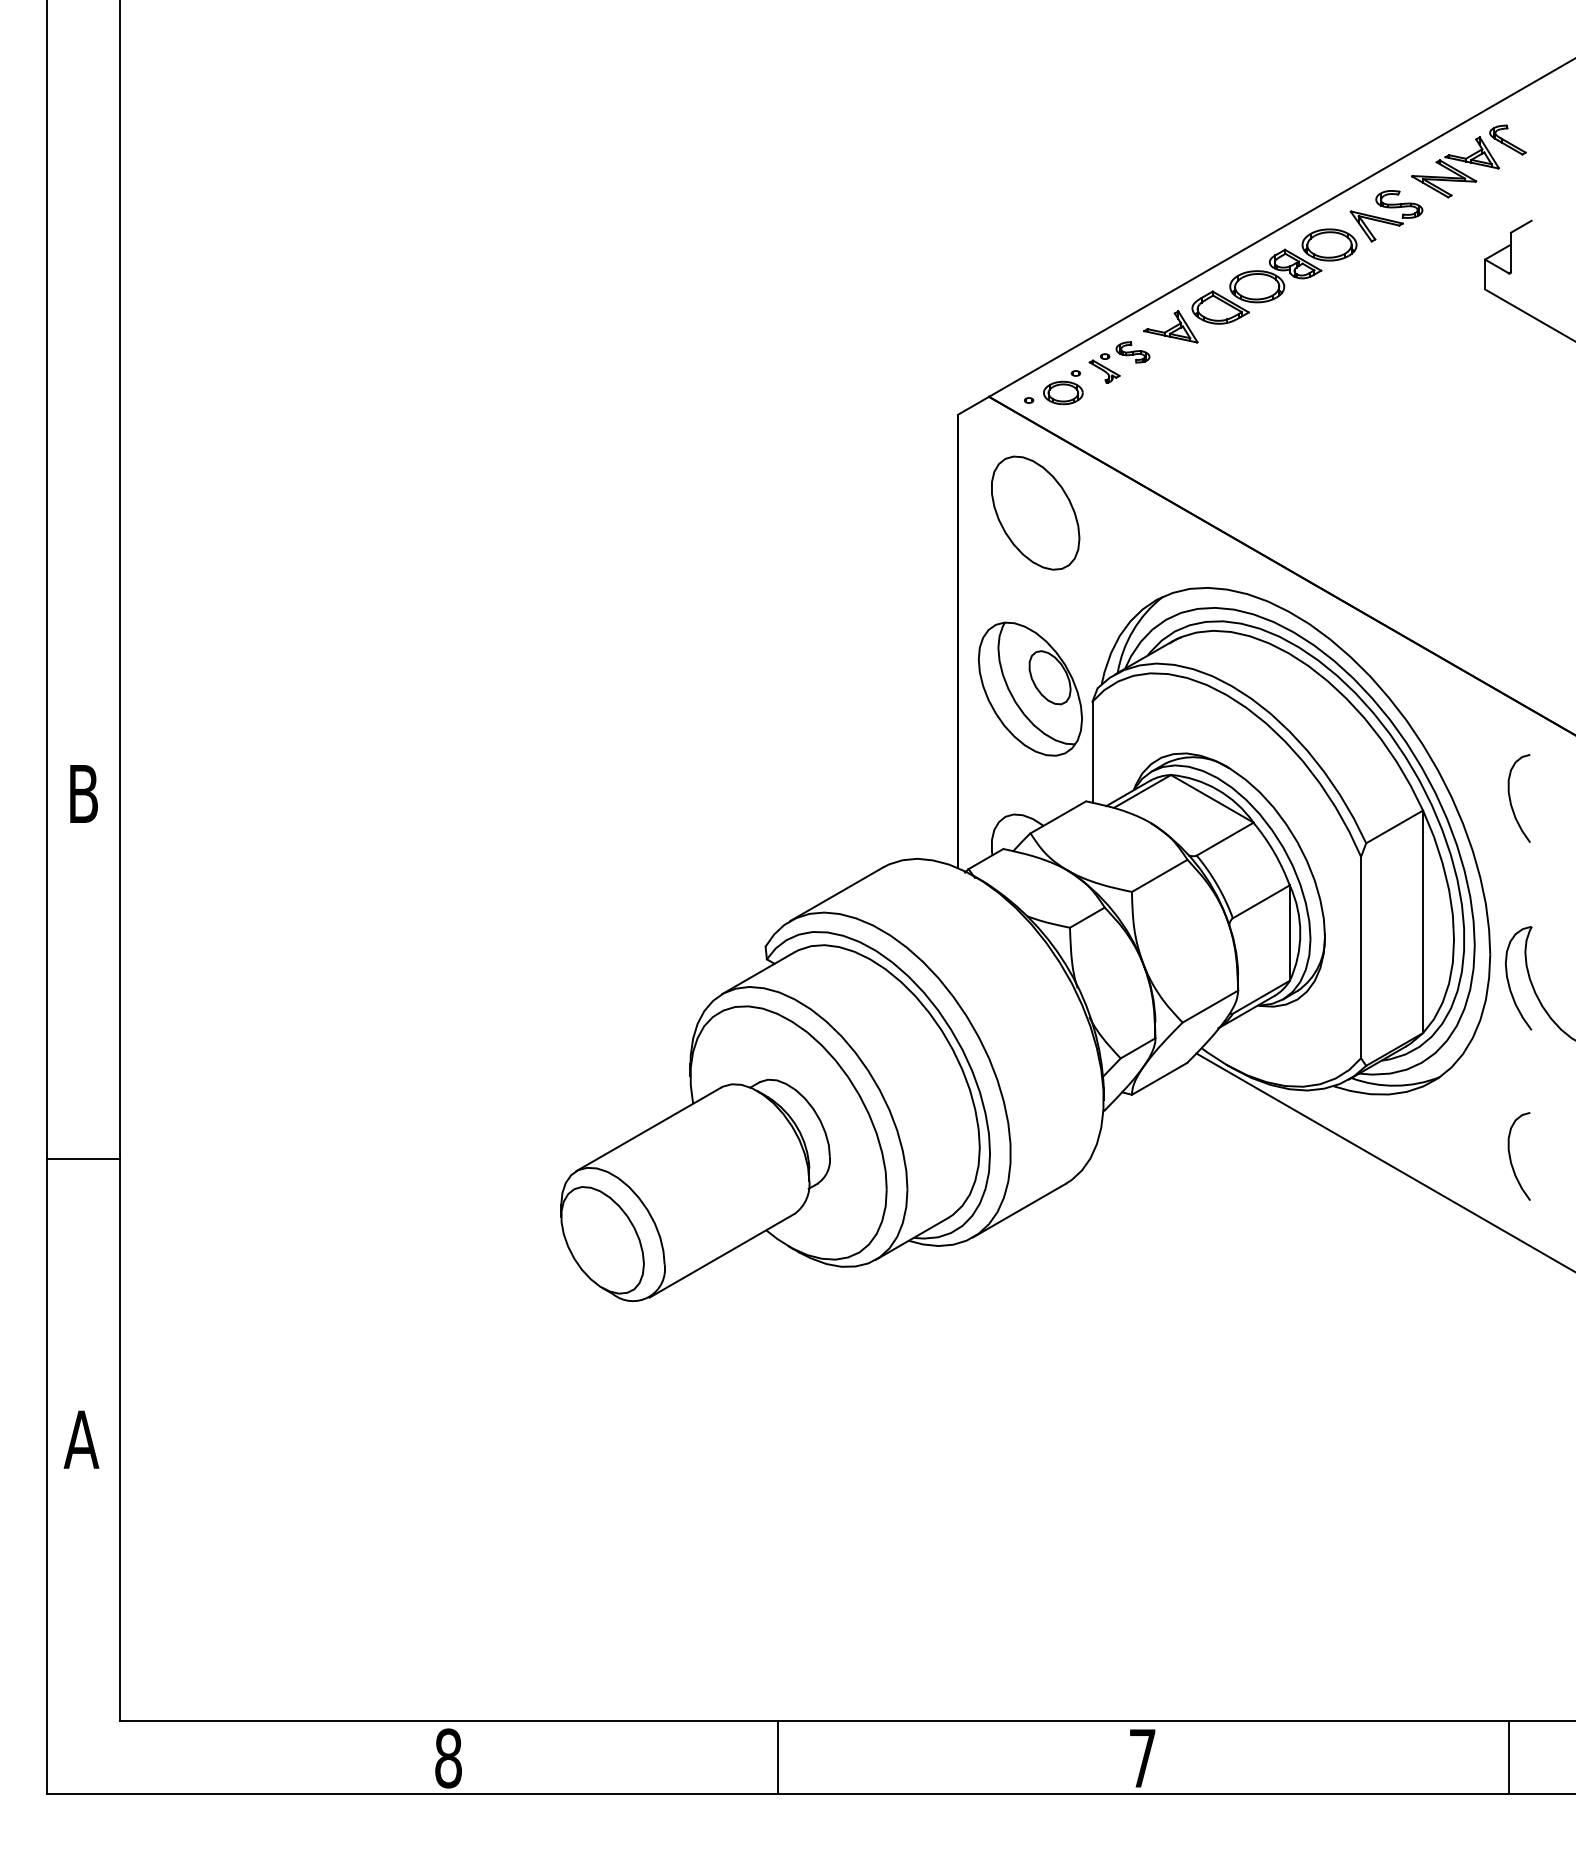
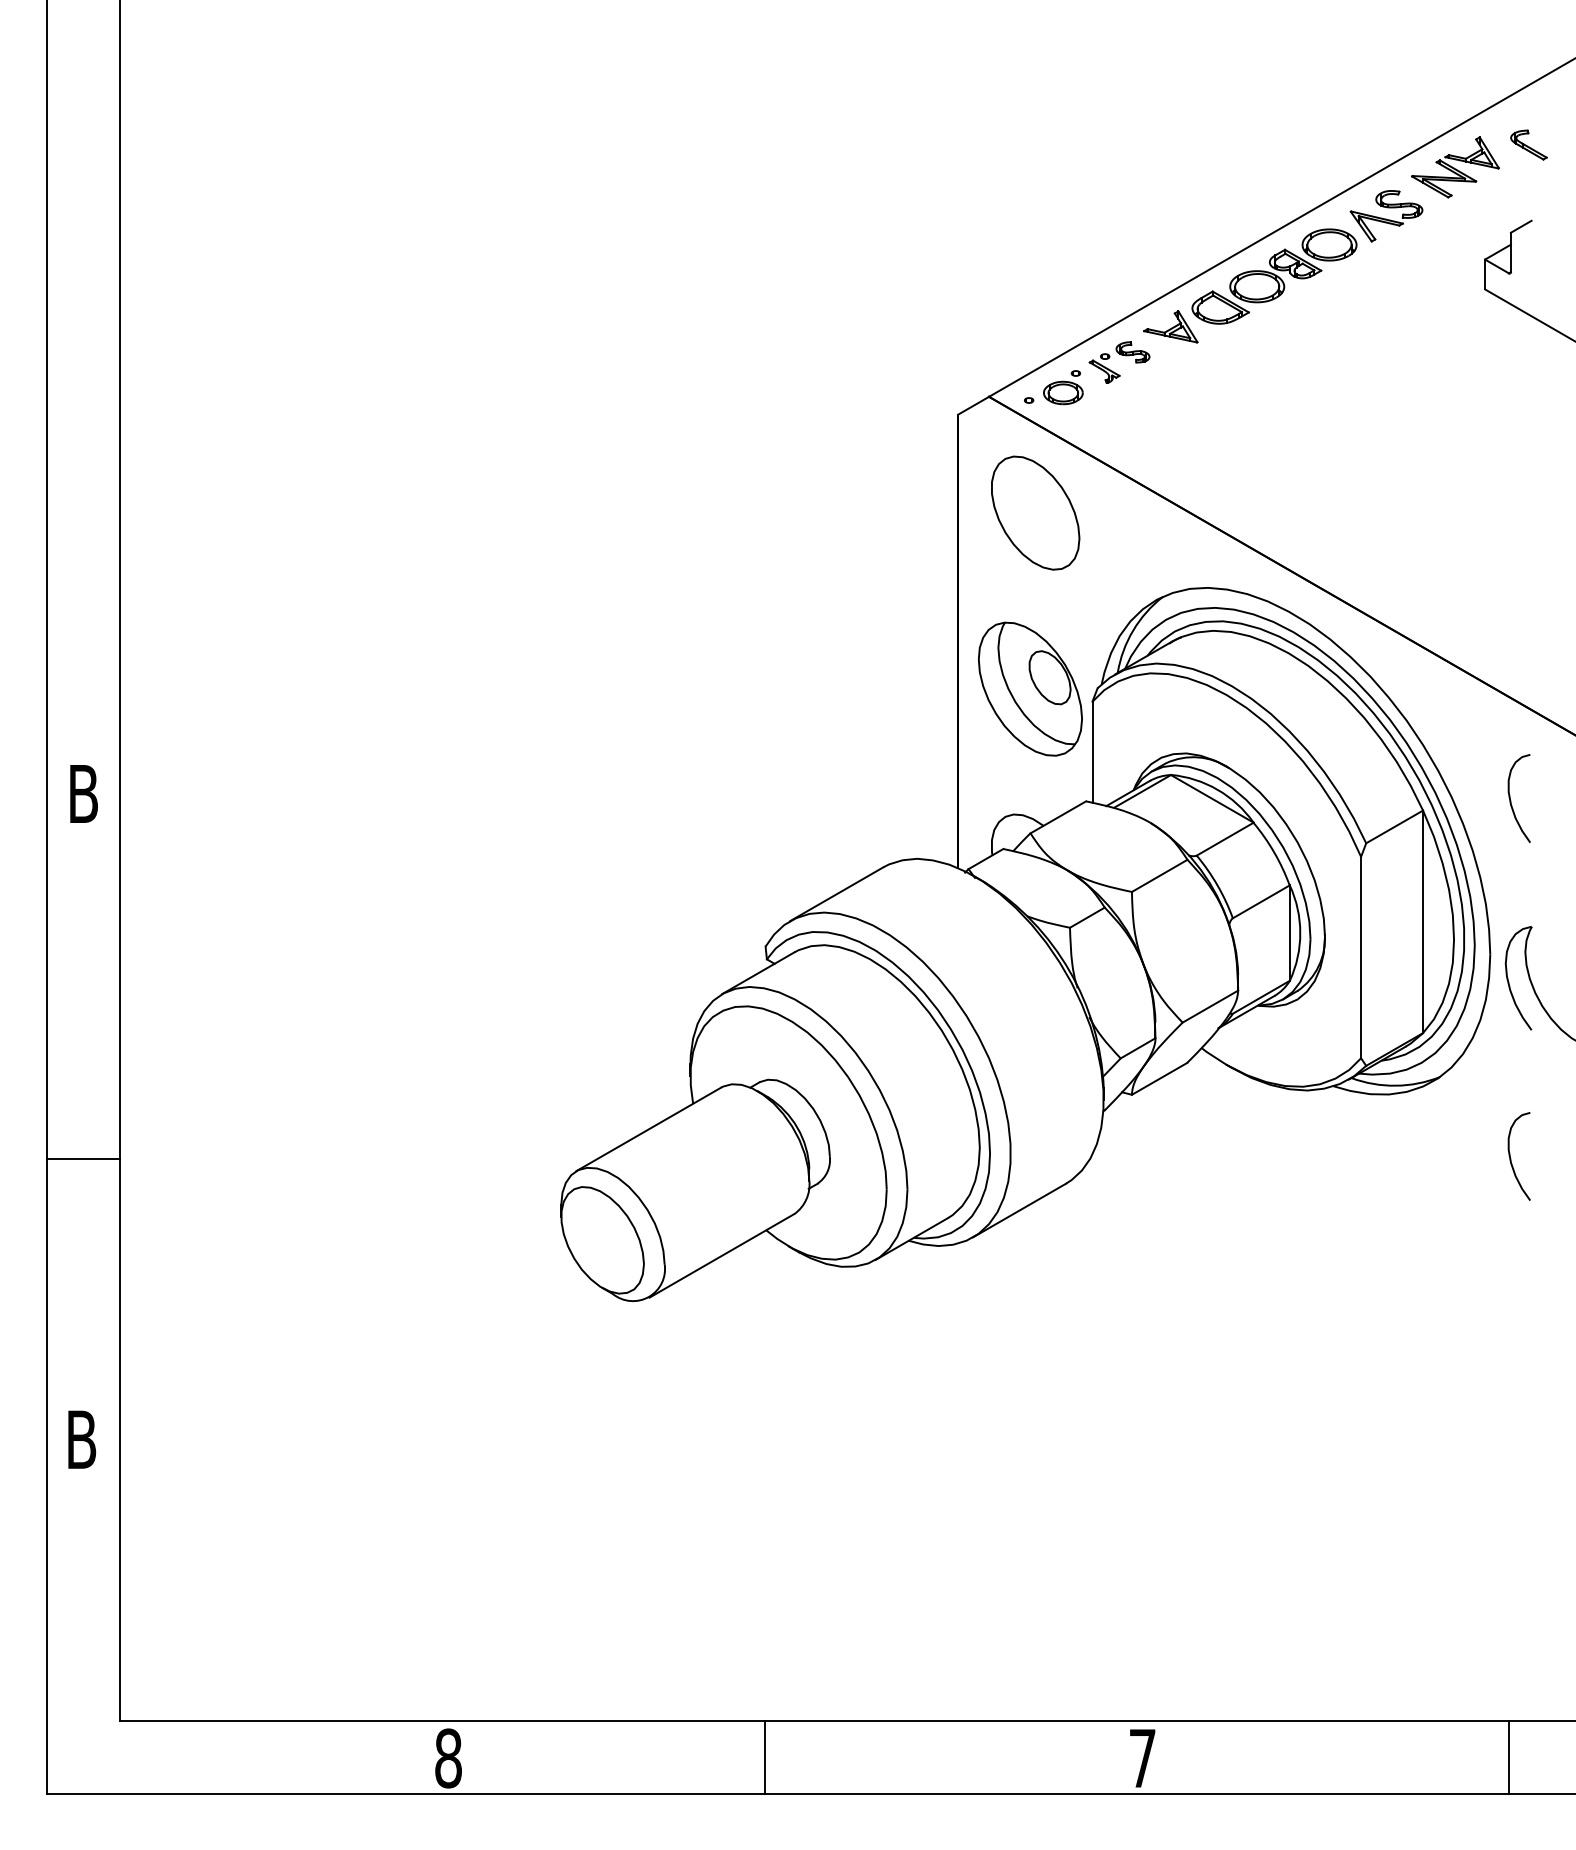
part at (1507, 139) position: (1507, 139) -> (1528, 144)
line at (1384, 1161): present -> none
text at (81, 1439): A -> B
line at (778, 1757) position: (778, 1757) -> (765, 1757)
